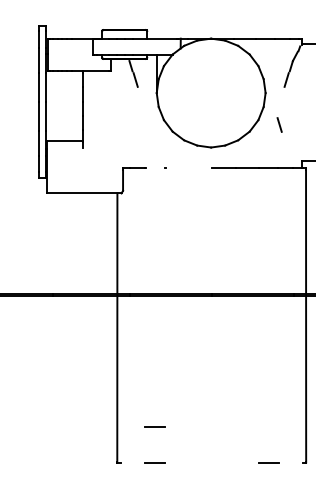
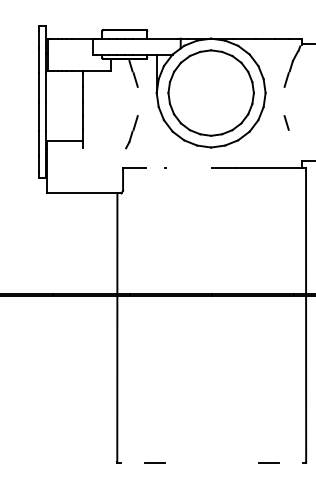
part at (210, 92): none -> present
line at (279, 124) position: (279, 124) -> (286, 122)
line at (131, 132): none -> present
line at (154, 426): present -> none
